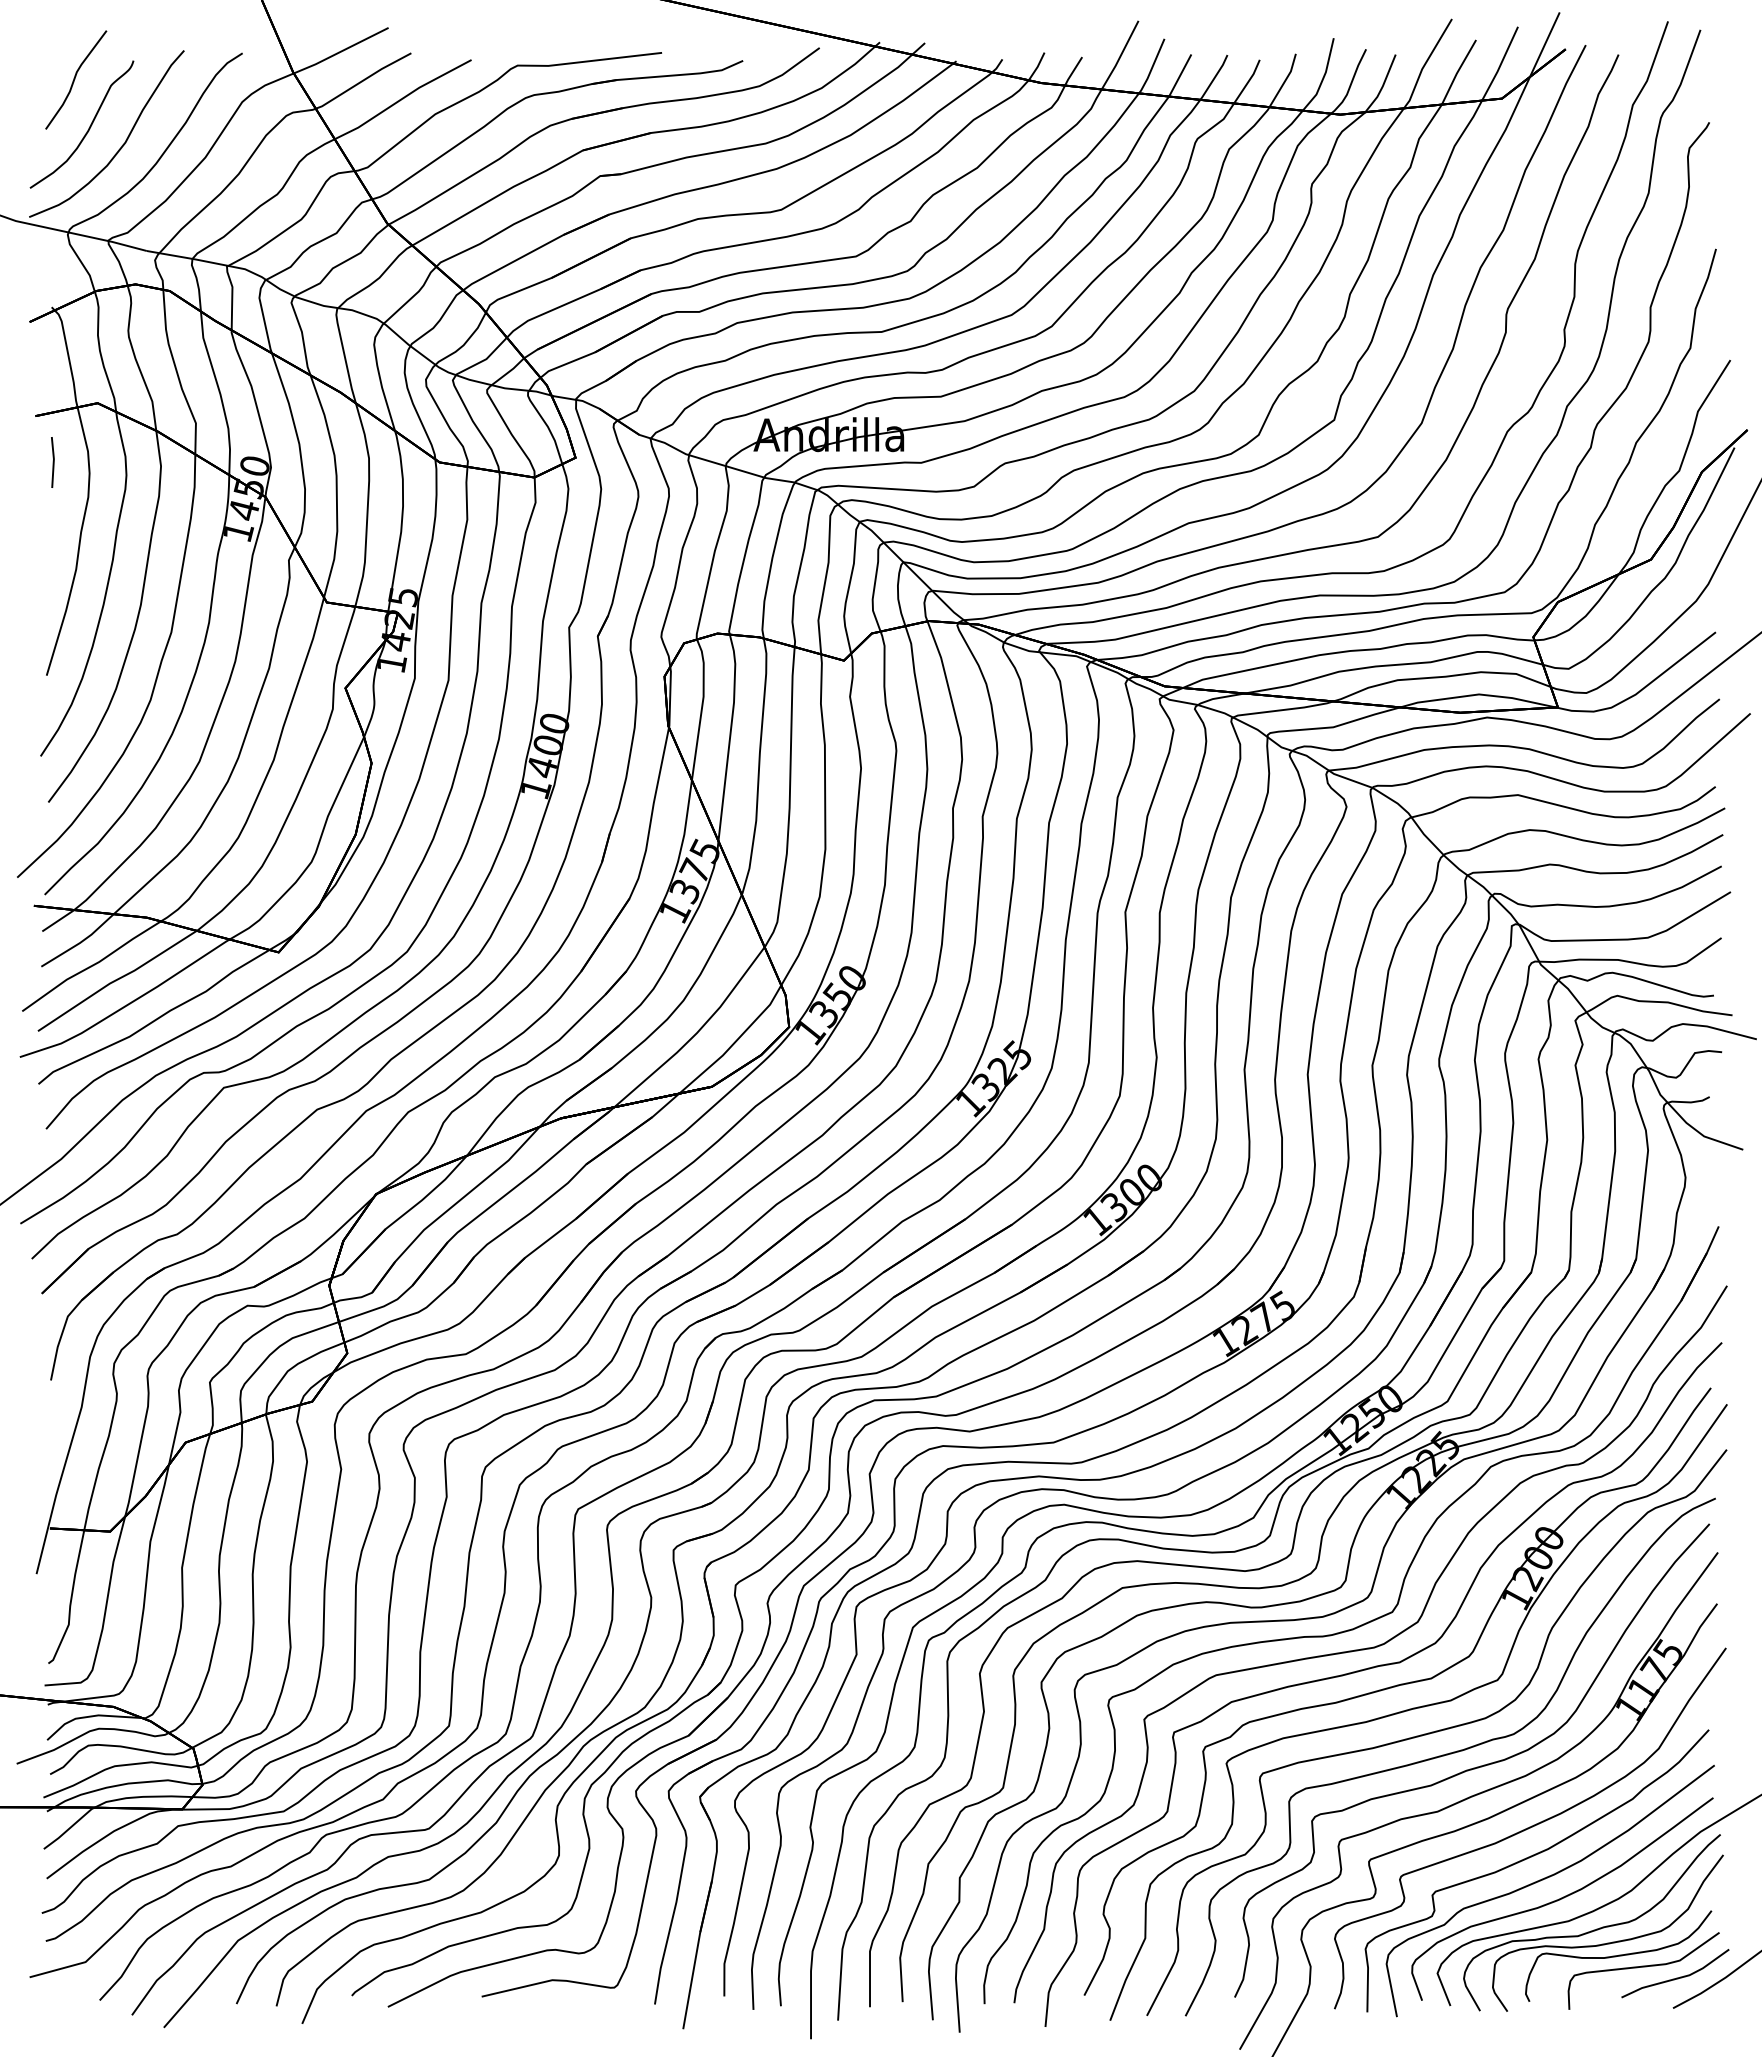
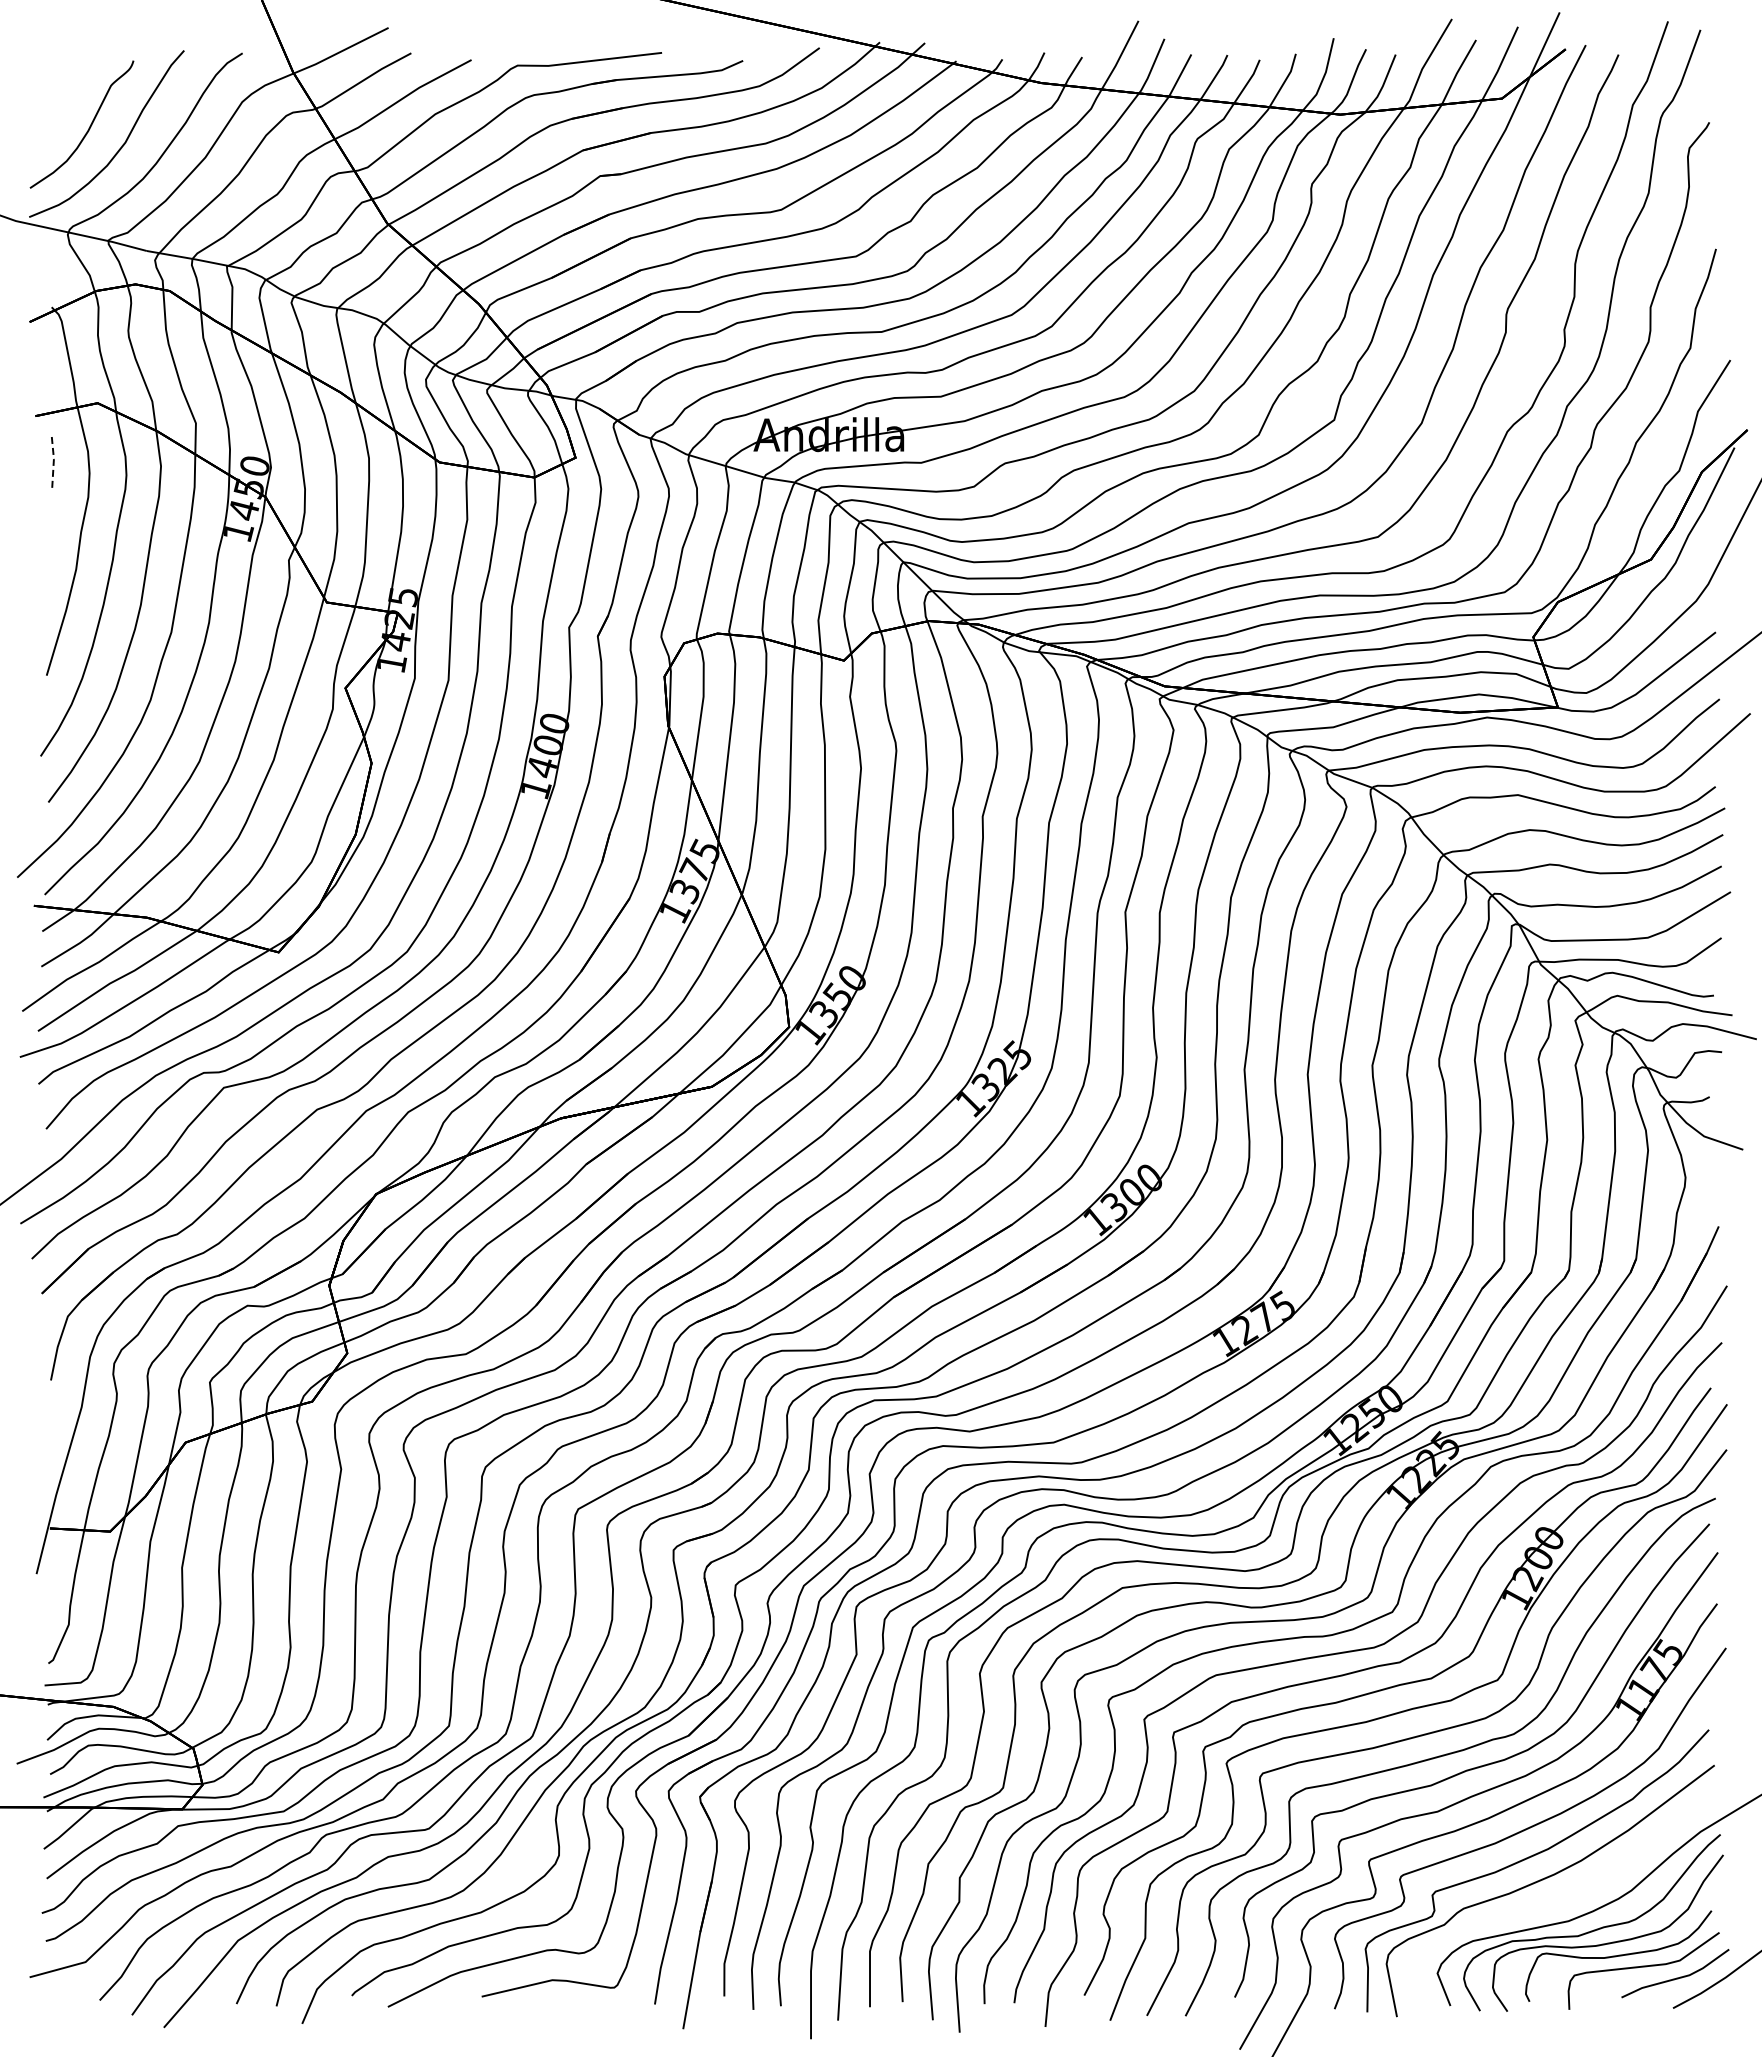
curve at (75, 79): present -> none
line at (53, 462): solid -> dashed
curve at (1562, 1898): present -> none
